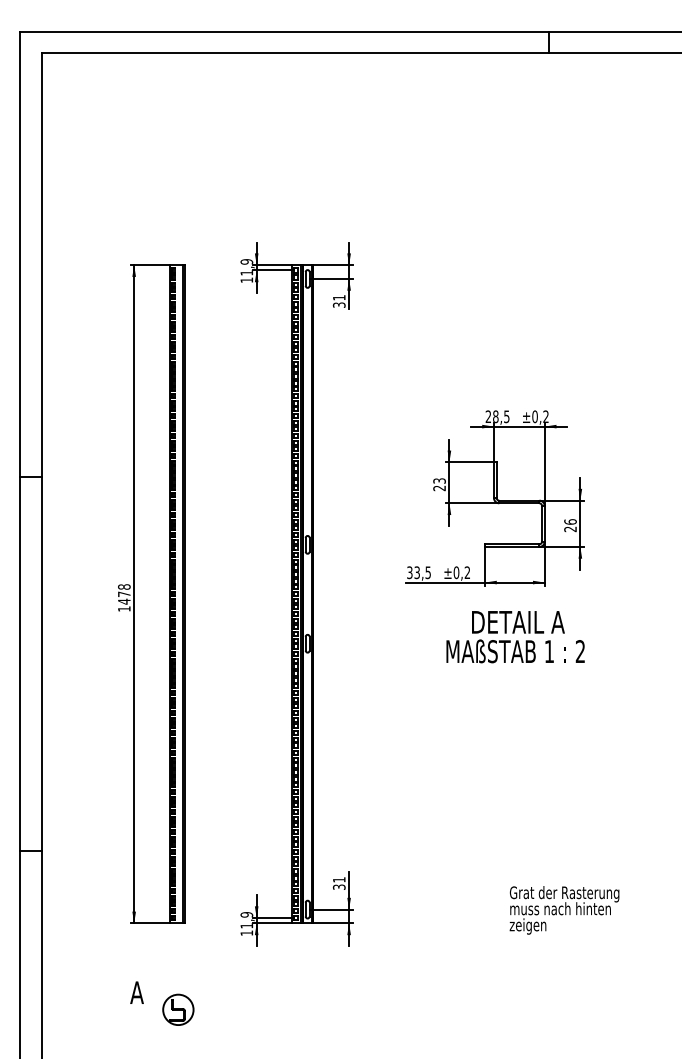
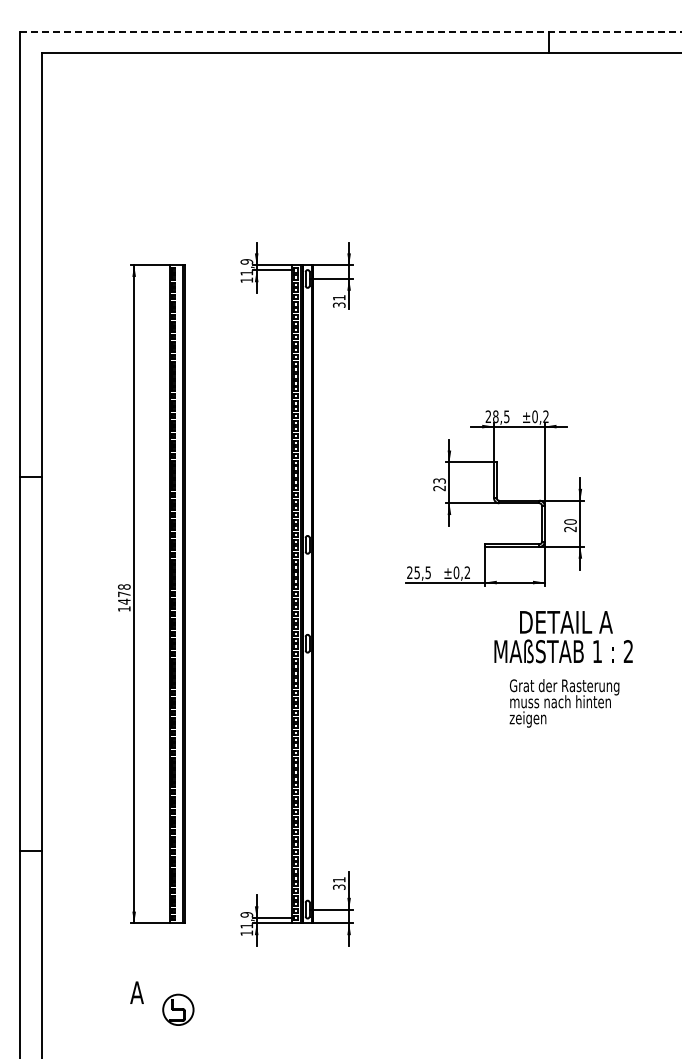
line at (351, 31): solid -> dashed
text at (570, 521): 26 -> 20
text at (413, 572): 33,5 -> 25,5
text at (515, 637) position: (515, 637) -> (563, 637)
text at (564, 910) position: (564, 910) -> (564, 703)
